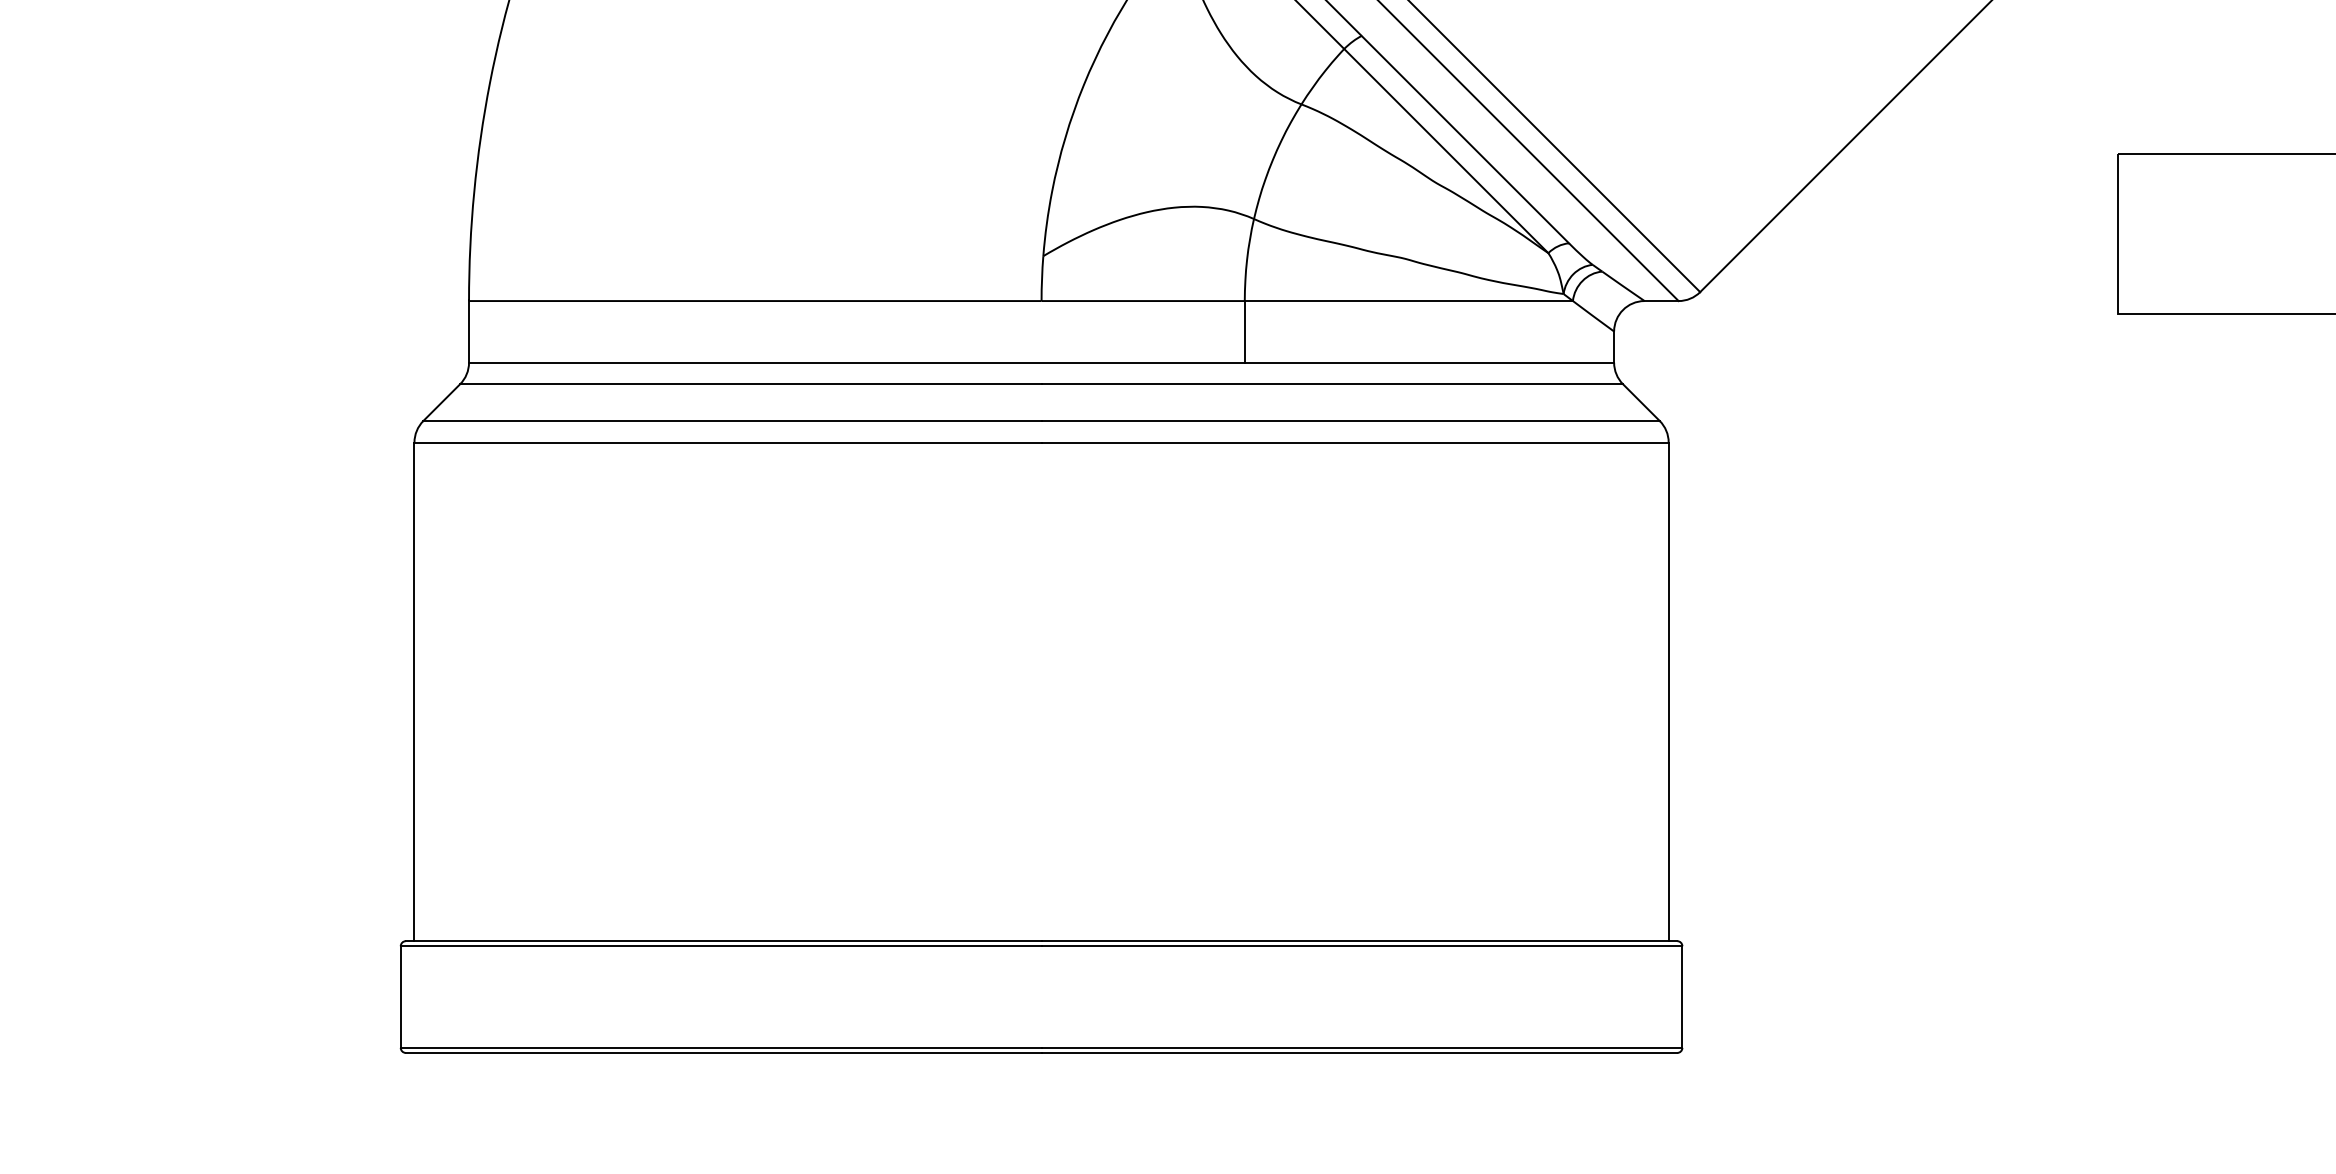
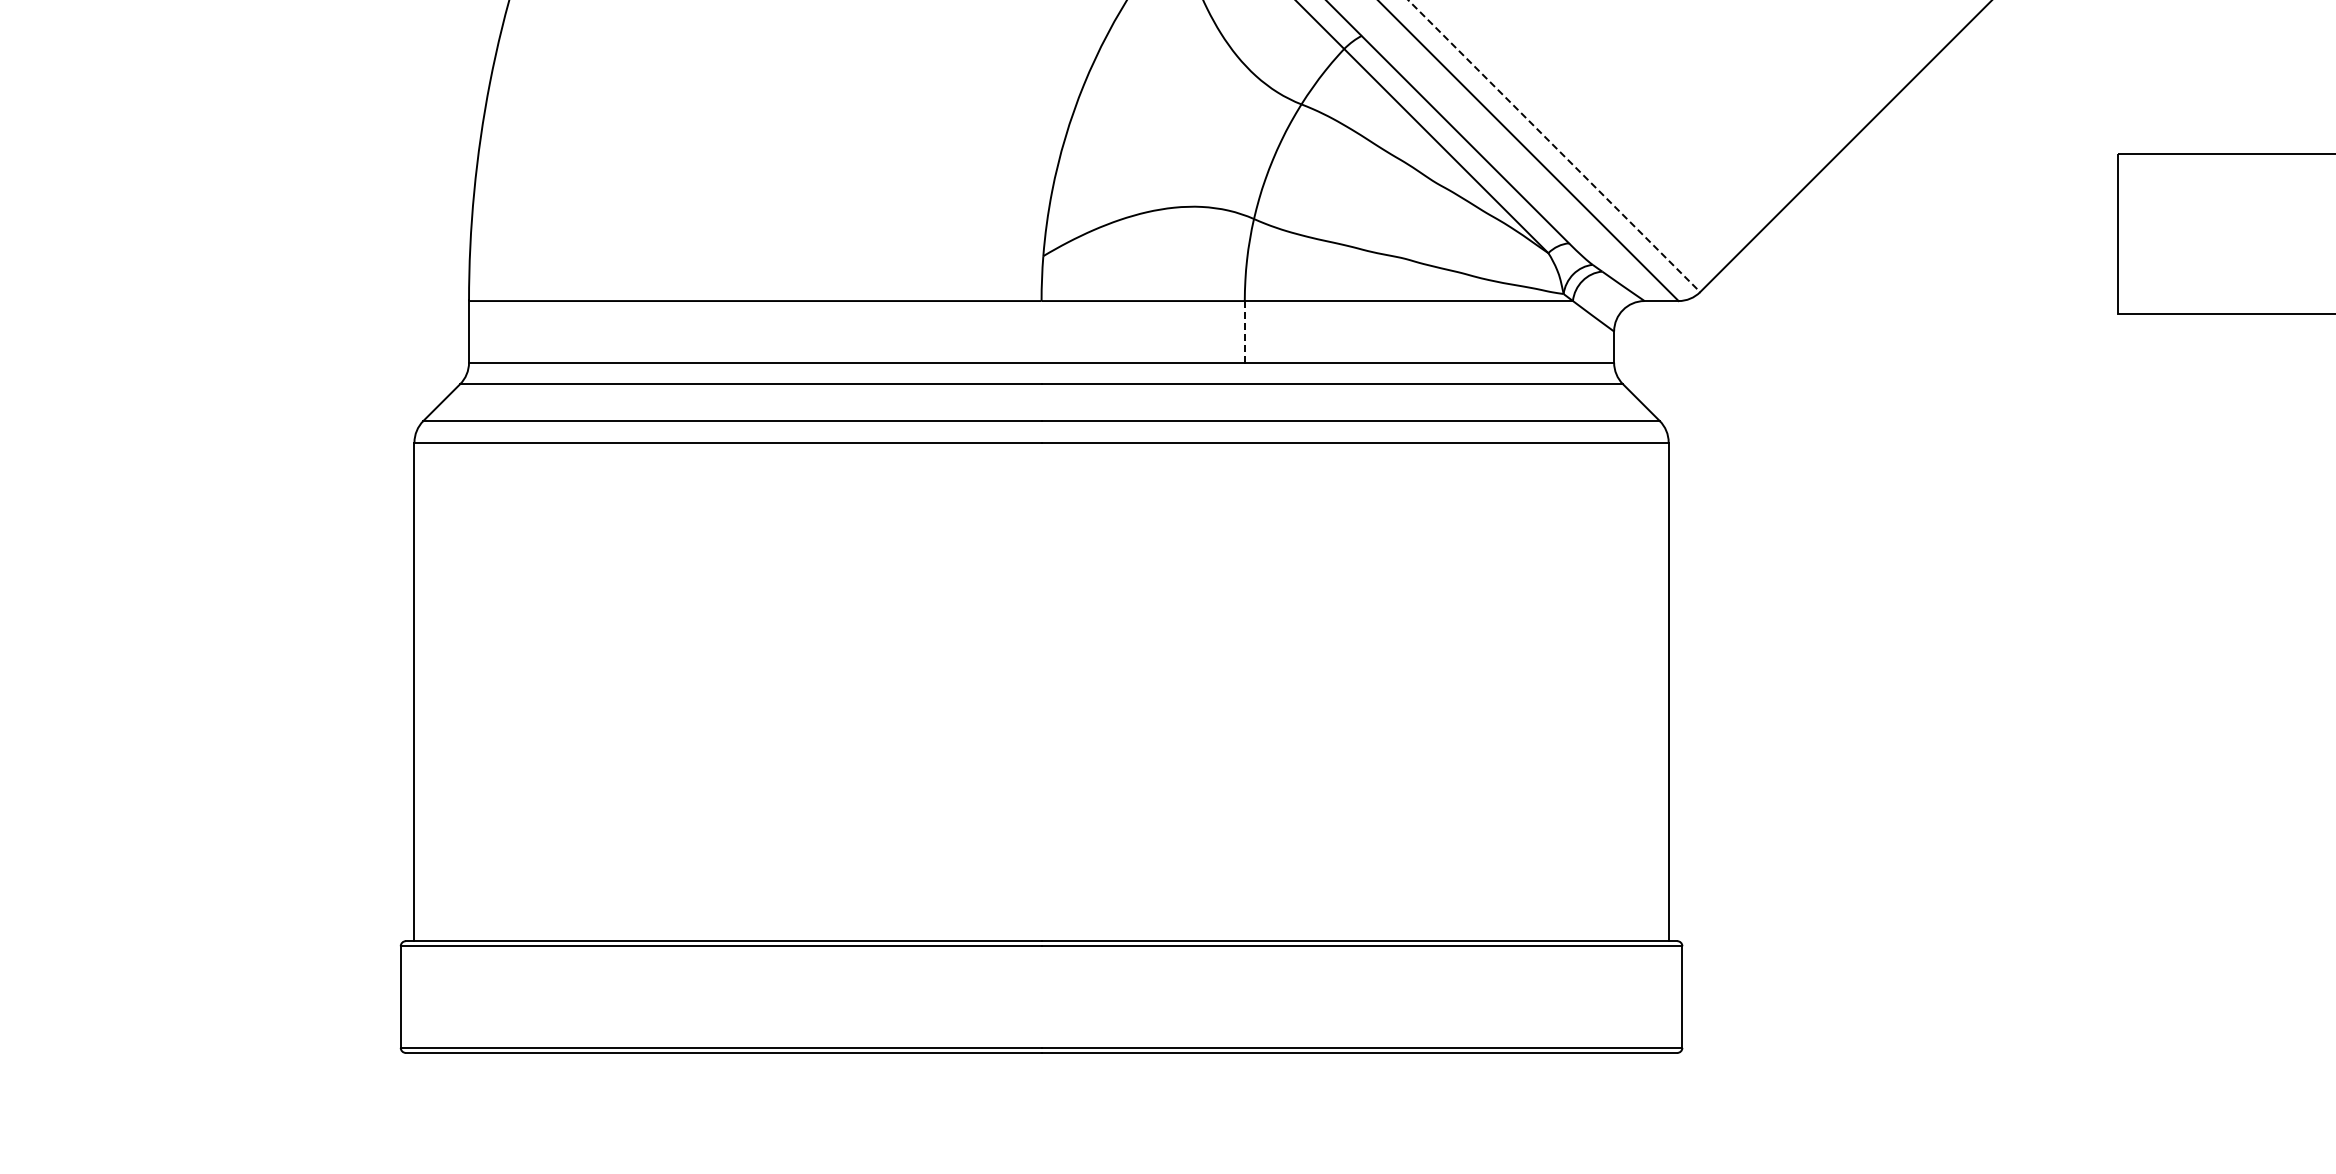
line at (1554, 146): solid -> dashed
line at (1244, 331): solid -> dashed
